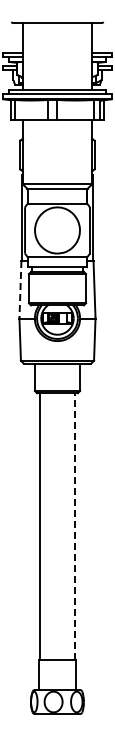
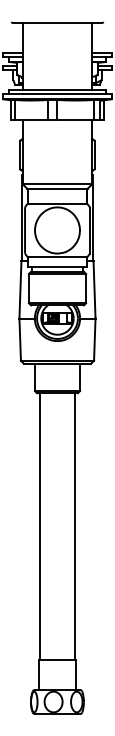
line at (20, 289): dashed -> solid
line at (74, 526): dashed -> solid
